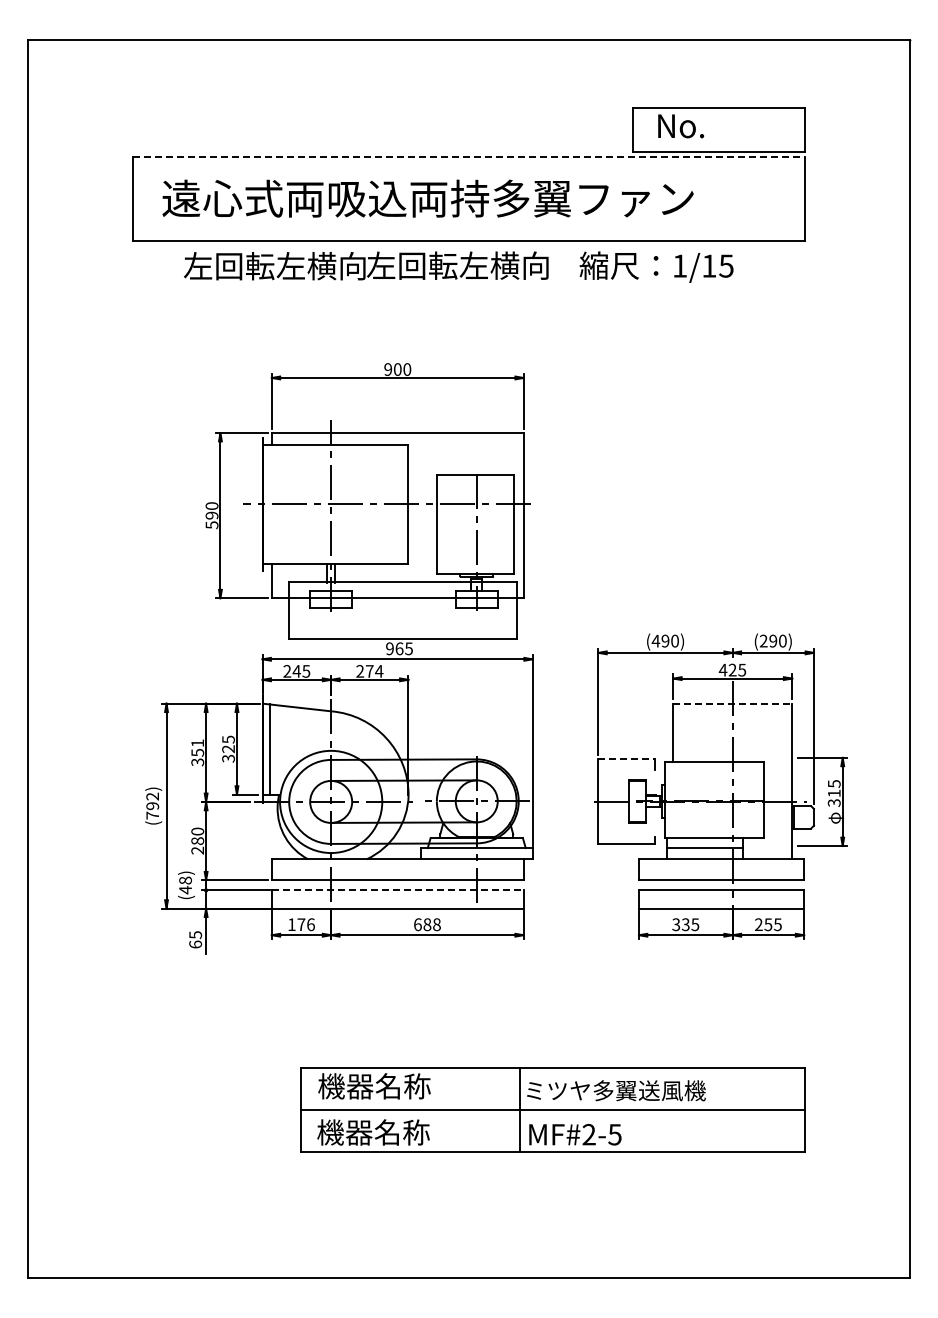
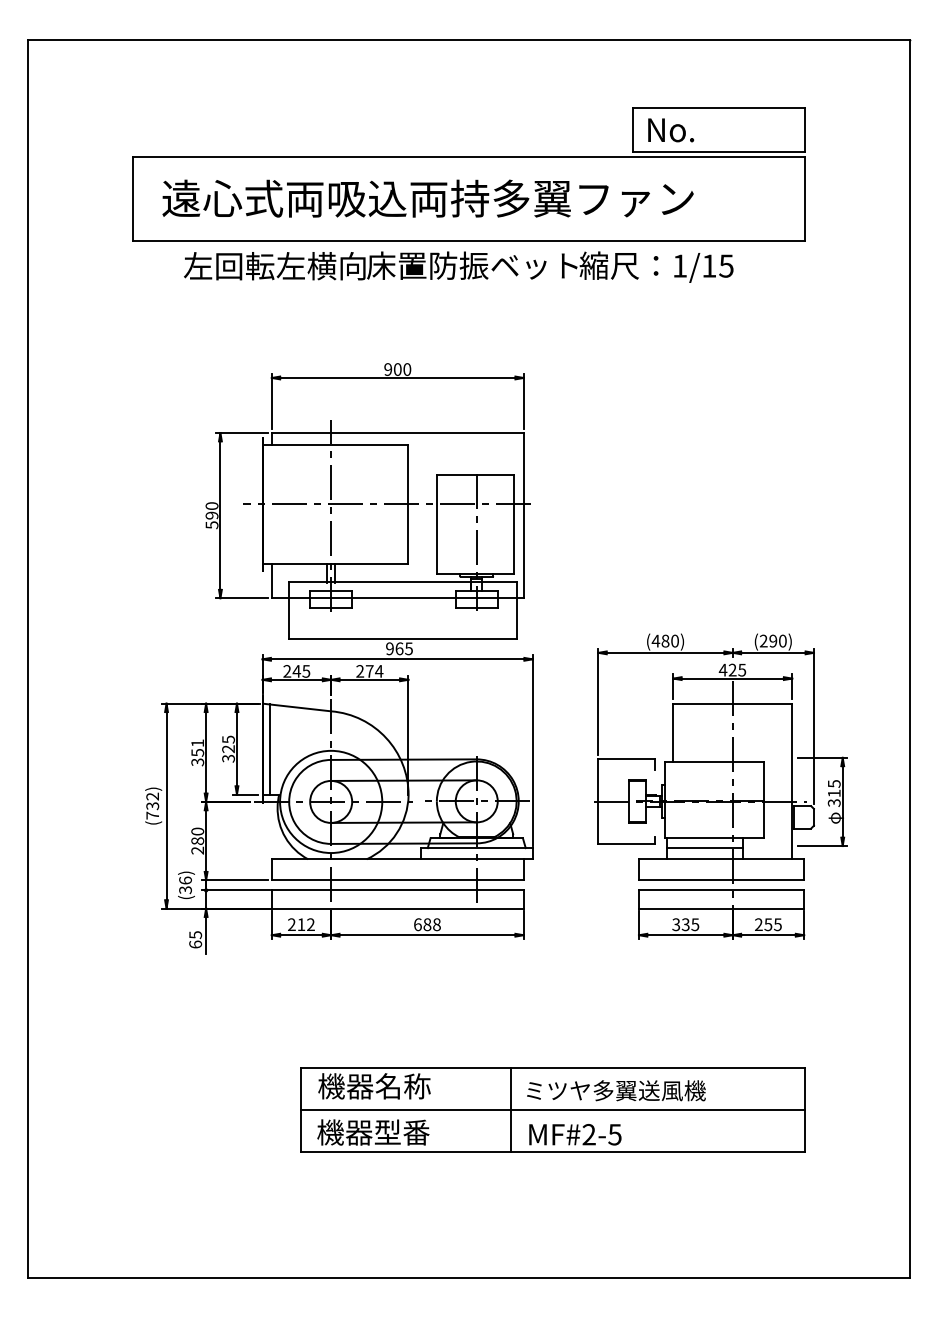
text at (681, 126) position: (681, 126) -> (671, 130)
line at (469, 157): dashed -> solid
text at (472, 265): 左回転左横向 -> 床置防振ベット
text at (665, 640): (490) -> (480)
line at (733, 703): dashed -> solid
line at (627, 759): dashed -> solid
text at (152, 806): (792) -> (732)
text at (185, 885): (48) -> (36)
line at (397, 890): dashed -> solid
text at (301, 924): 176 -> 212
line at (519, 1110) position: (519, 1110) -> (510, 1110)
text at (401, 1132): 機器名称 -> 機器型番
